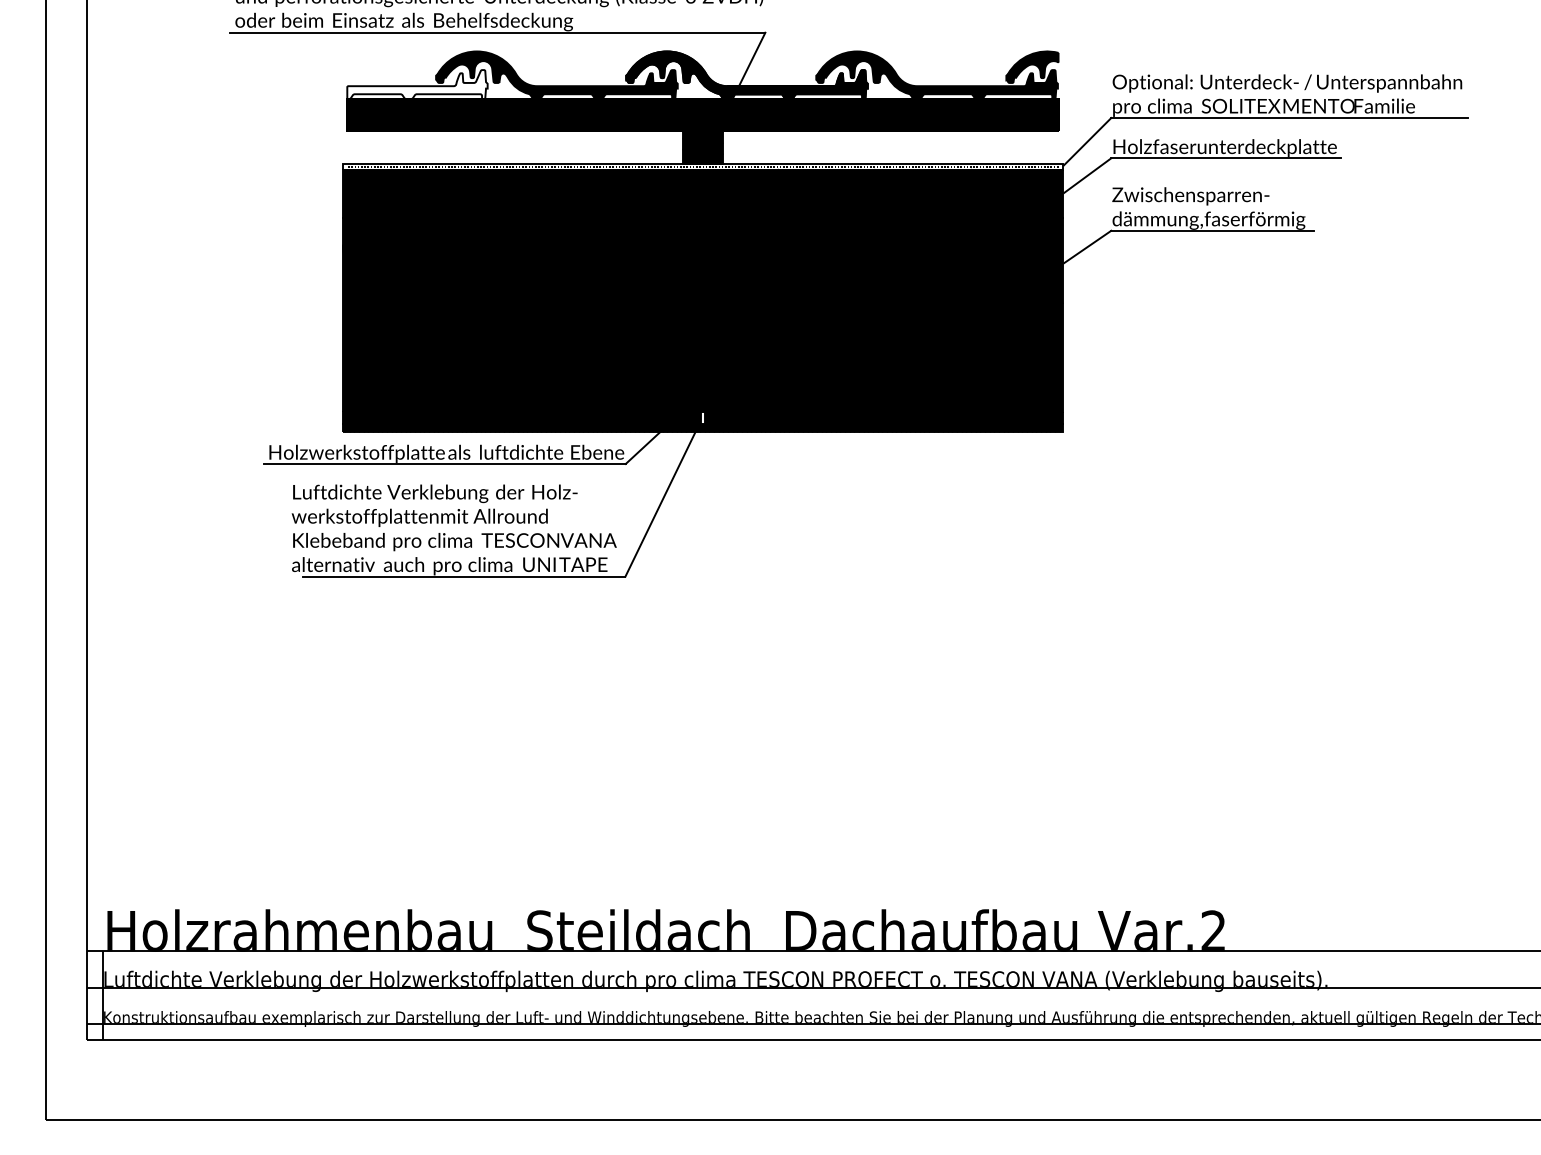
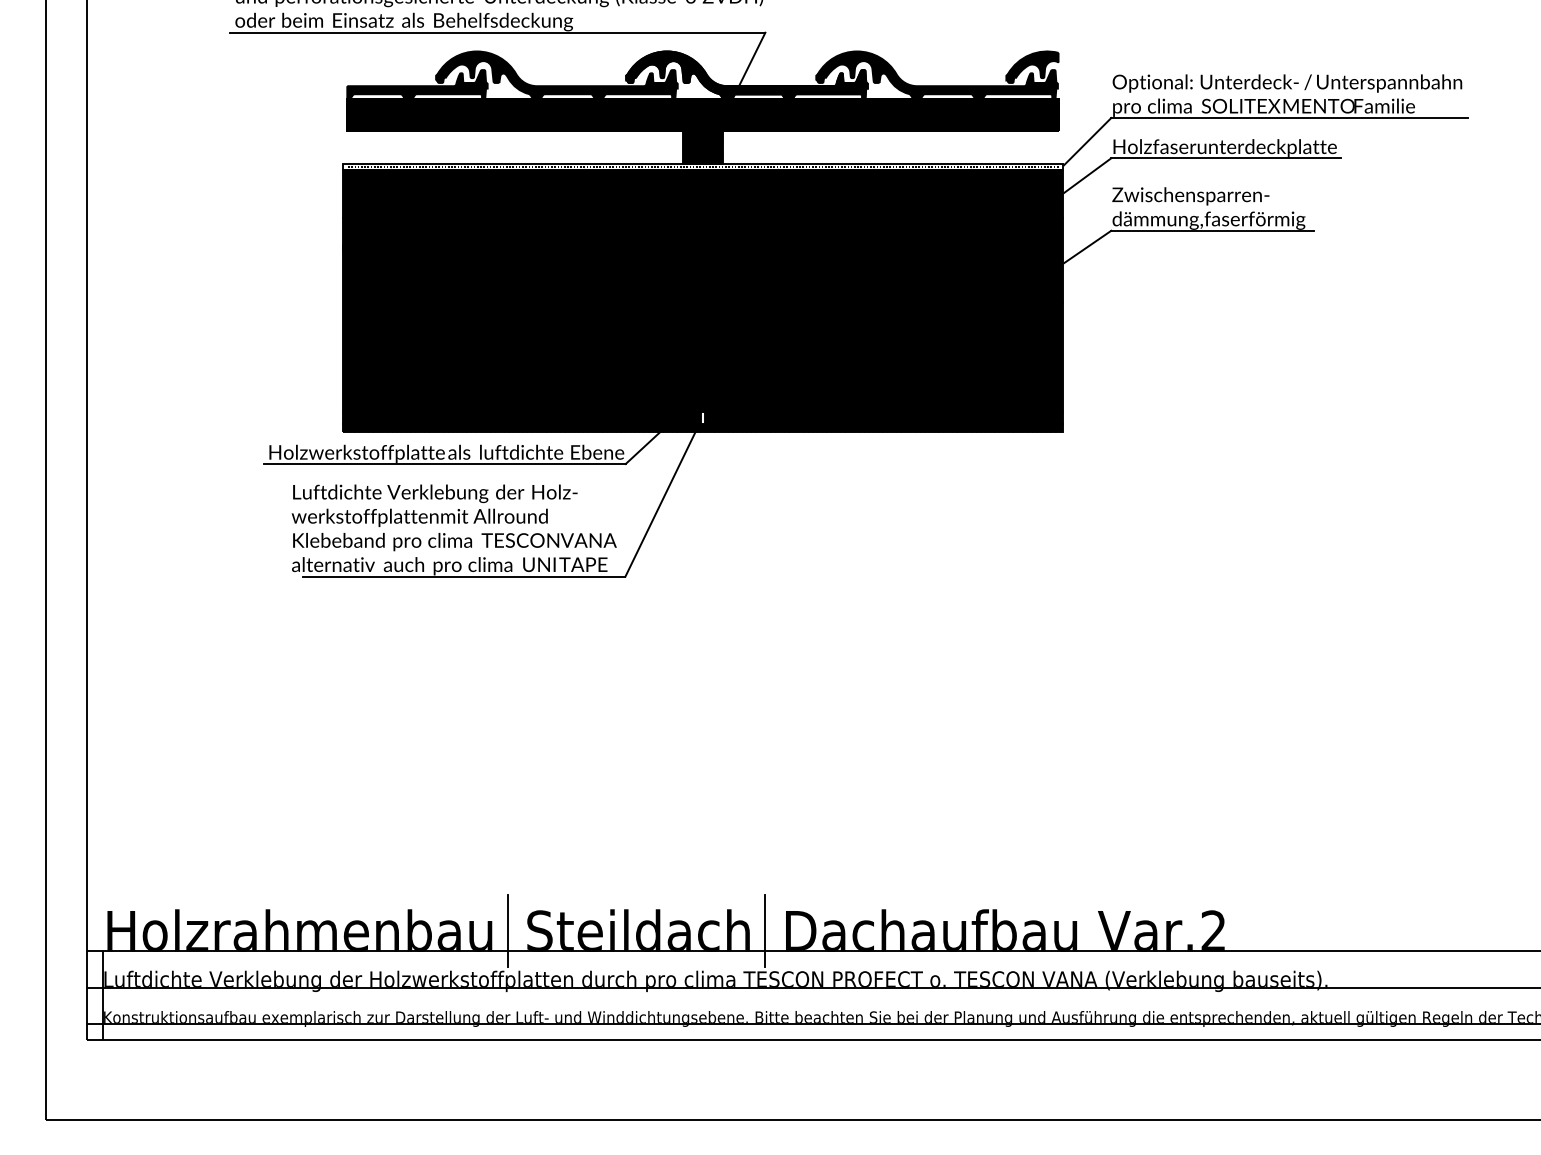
fill at (417, 84): none -> present
line at (507, 930): none -> present
line at (764, 930): none -> present
